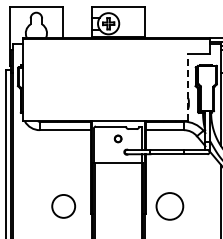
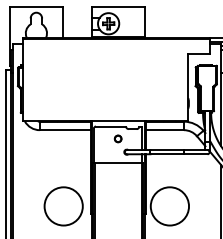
line at (188, 87): dashed -> solid
circle at (63, 205) diameter: 23 px -> 38 px
circle at (169, 206) diameter: 27 px -> 38 px
